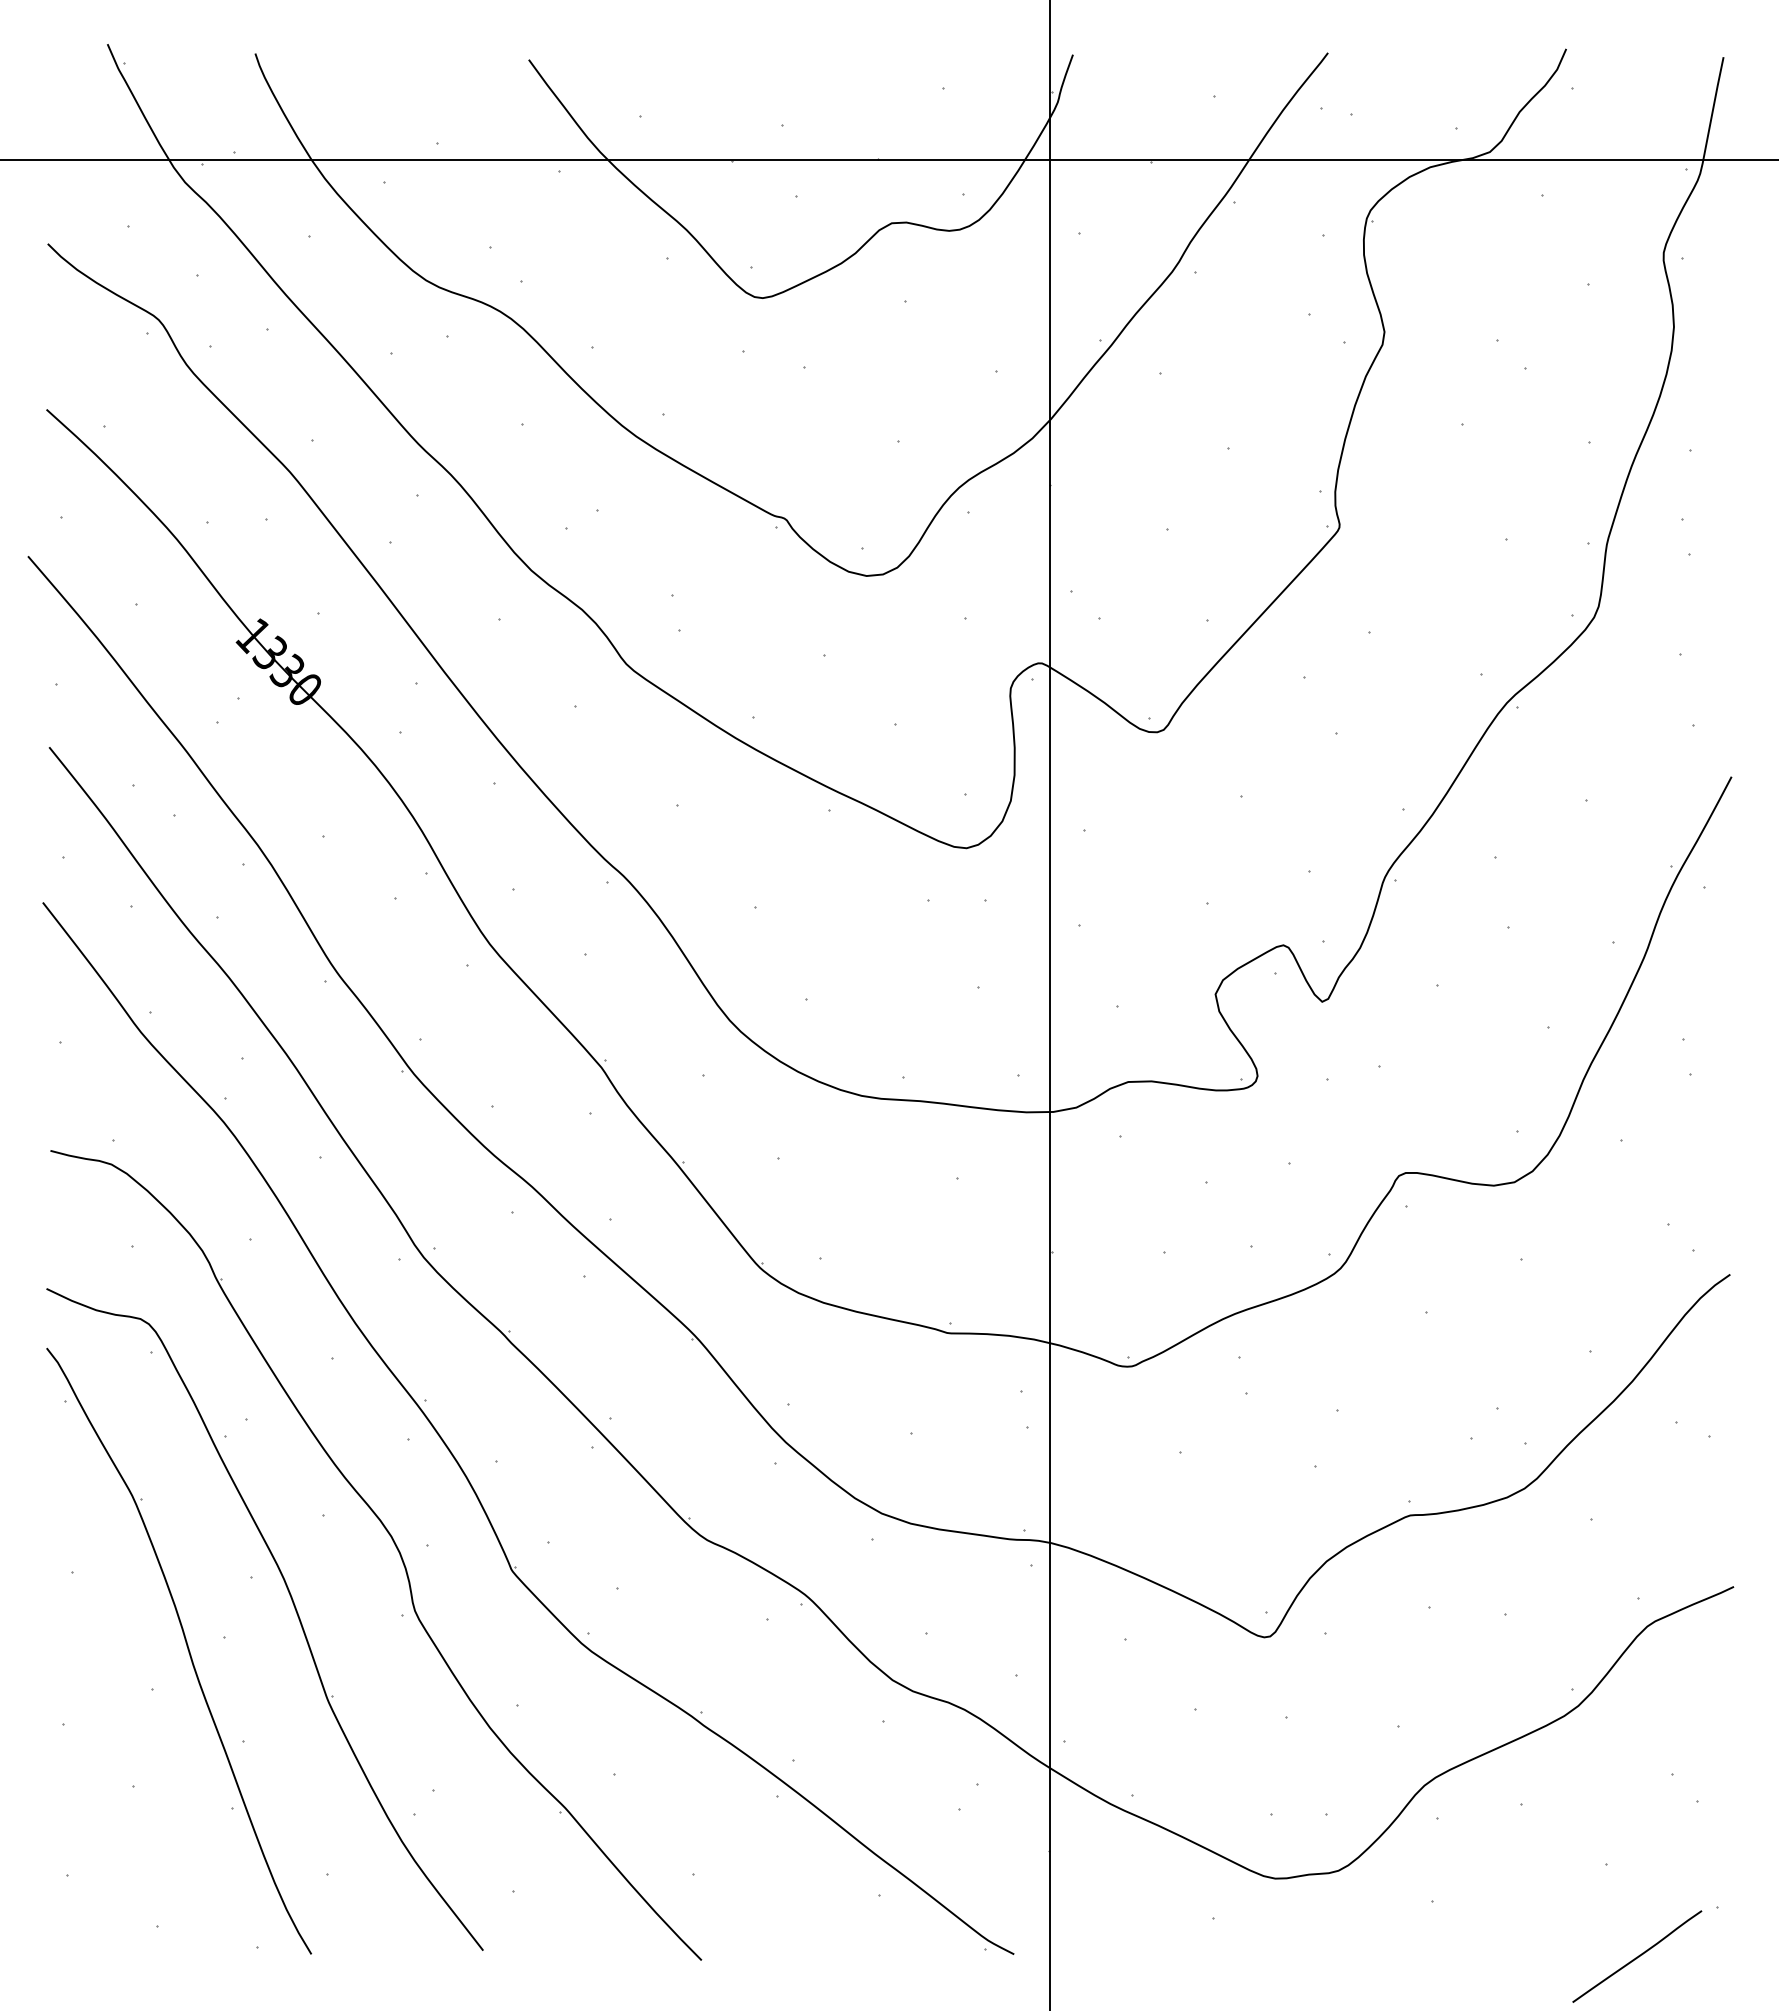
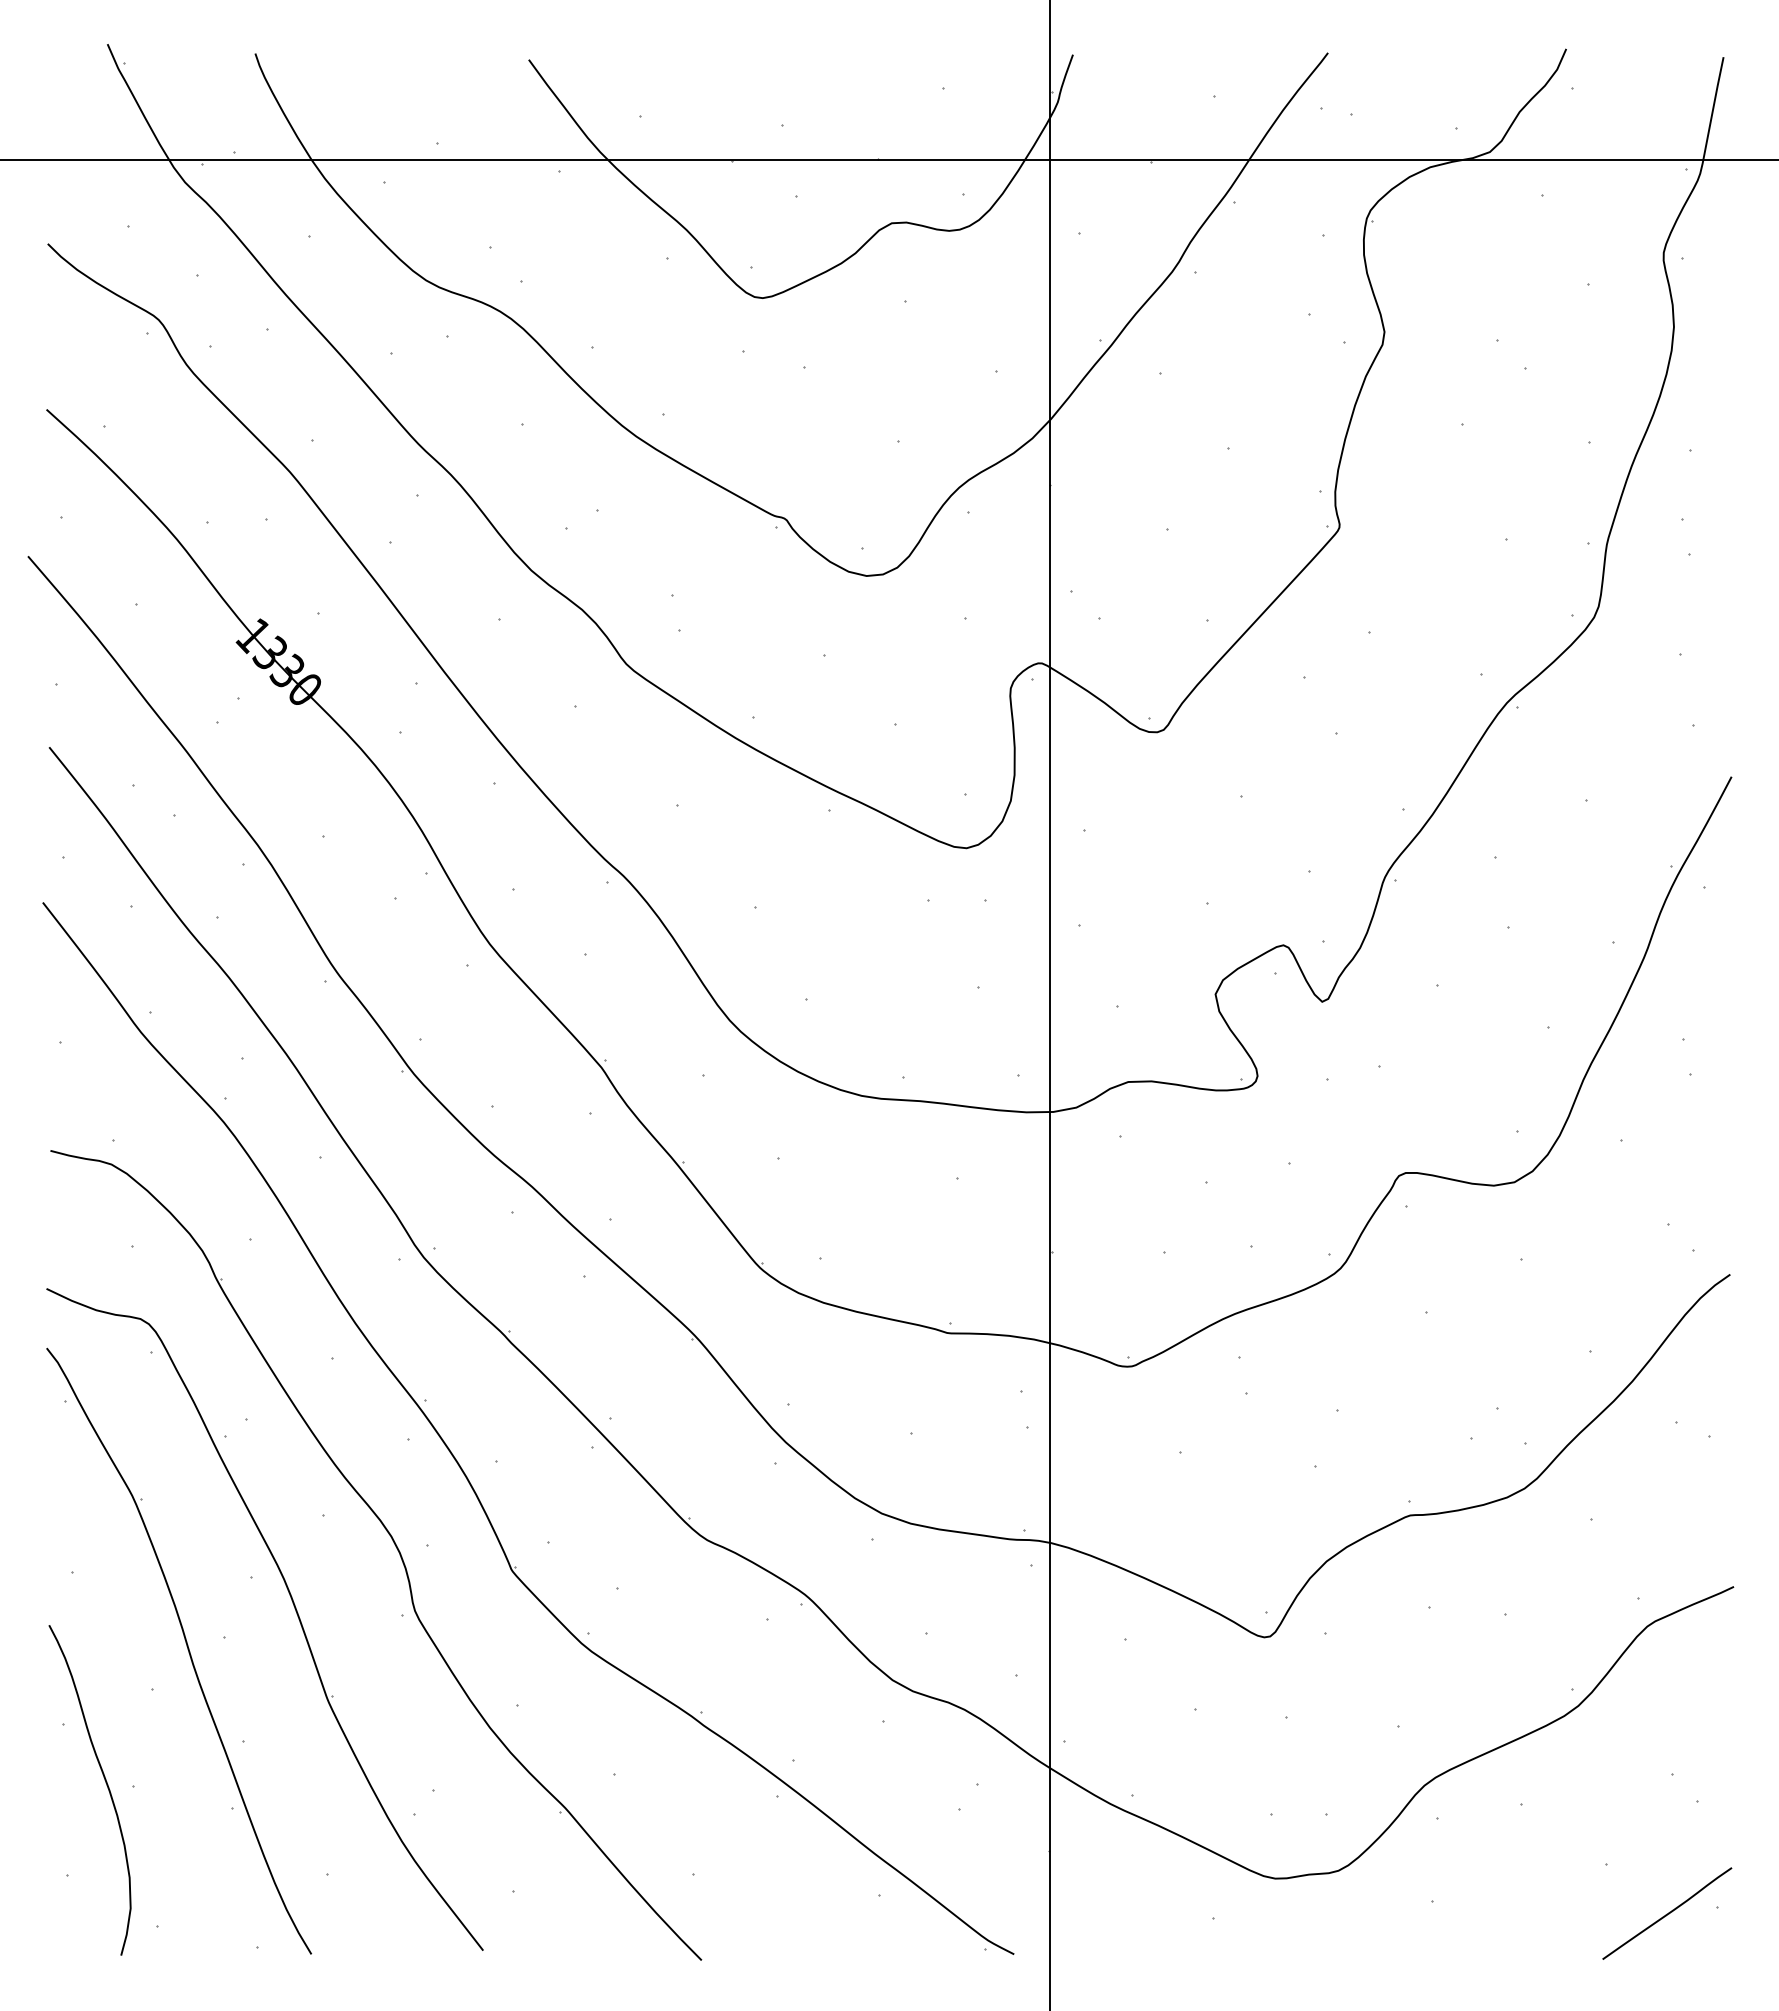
curve at (105, 1783): none -> present
curve at (1637, 1956) position: (1637, 1956) -> (1667, 1913)
